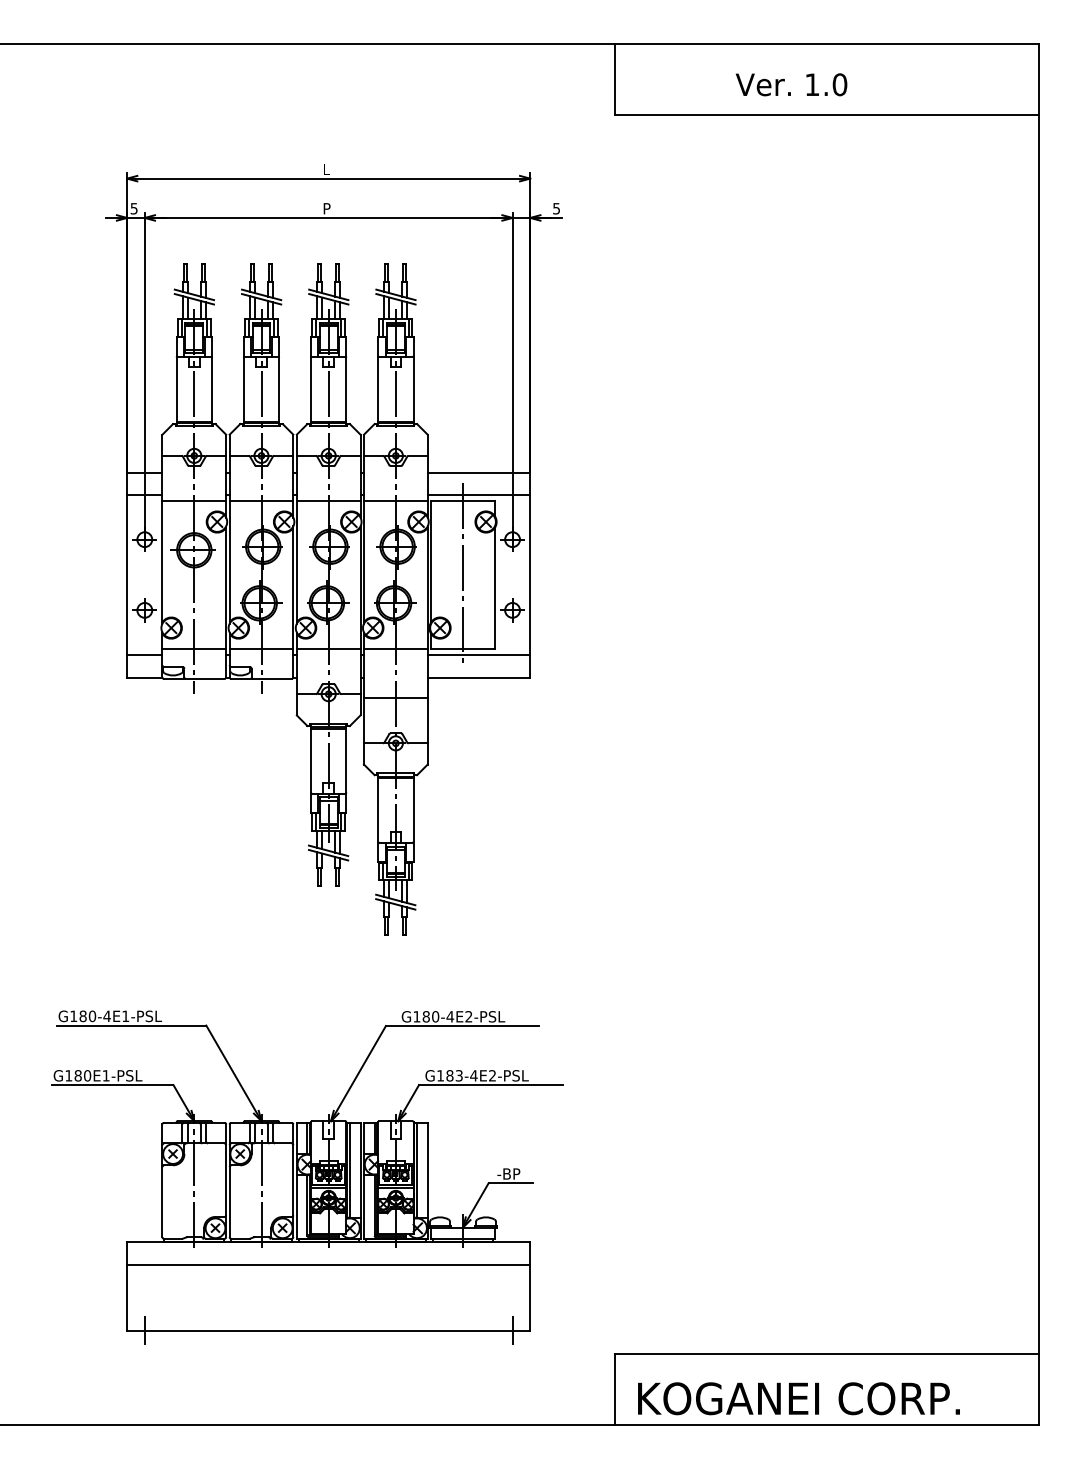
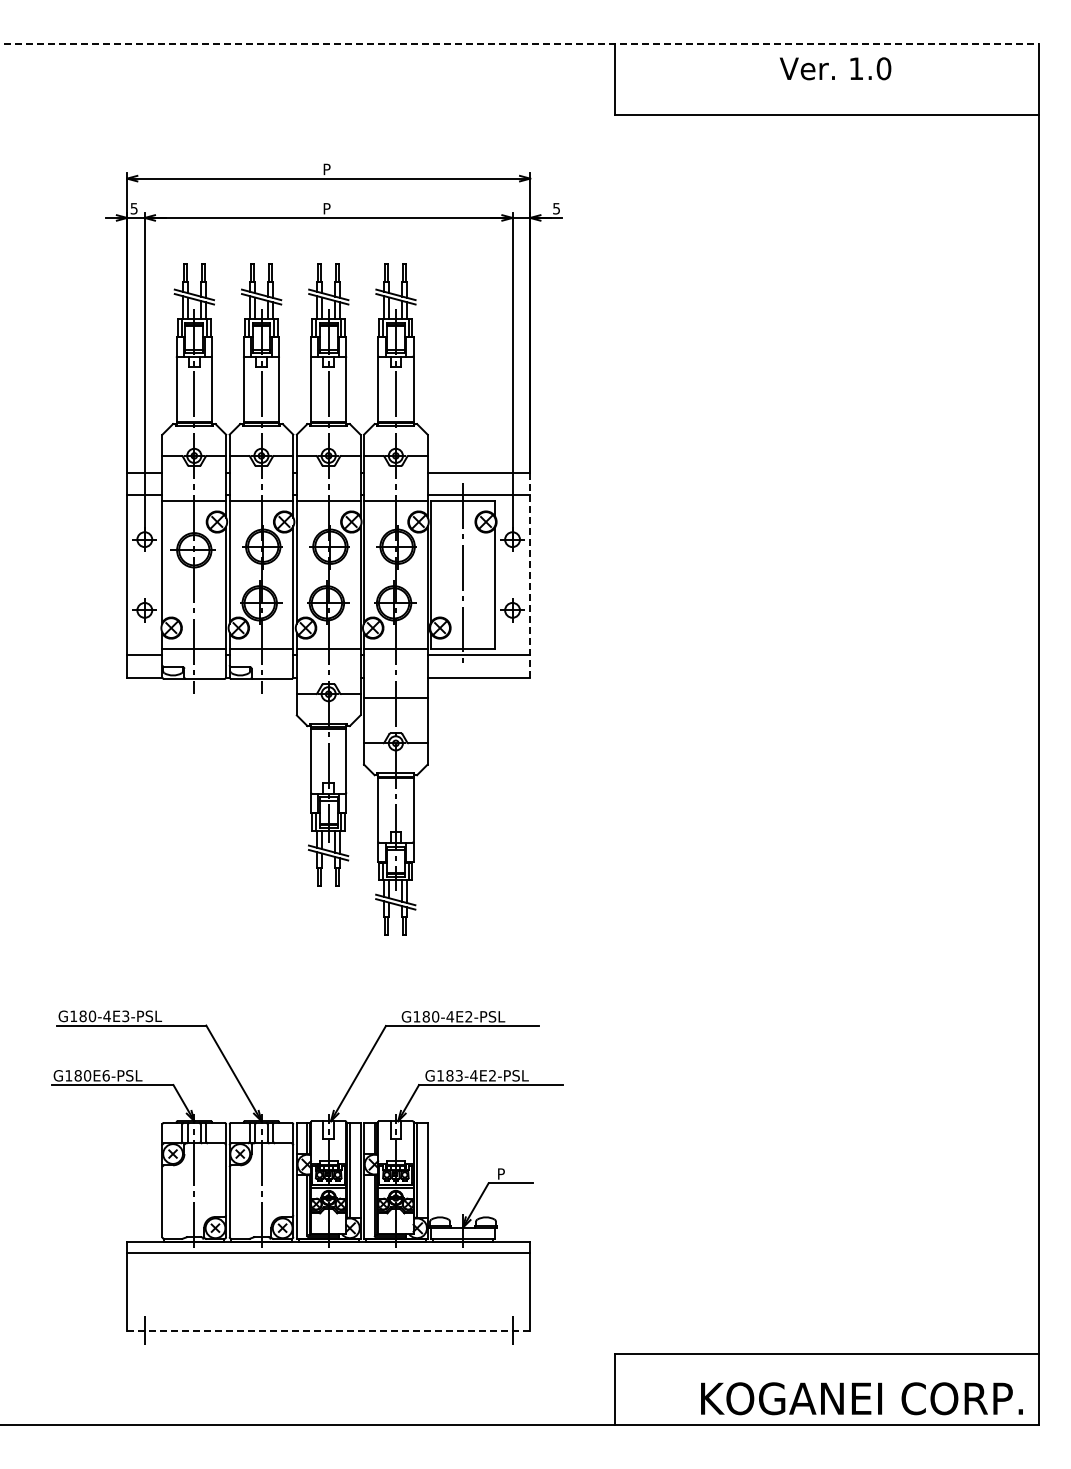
line at (520, 44): solid -> dashed
text at (791, 84) position: (791, 84) -> (835, 68)
text at (326, 169): L -> P
line at (530, 575): solid -> dashed
text at (125, 1016): G180-4E1-PSL -> G180-4E3-PSL
text at (105, 1075): G180E1-PSL -> G180E6-PSL
text at (508, 1173): -BP -> P
line at (328, 1265) position: (328, 1265) -> (328, 1253)
line at (328, 1330): solid -> dashed
text at (798, 1398) position: (798, 1398) -> (861, 1398)
